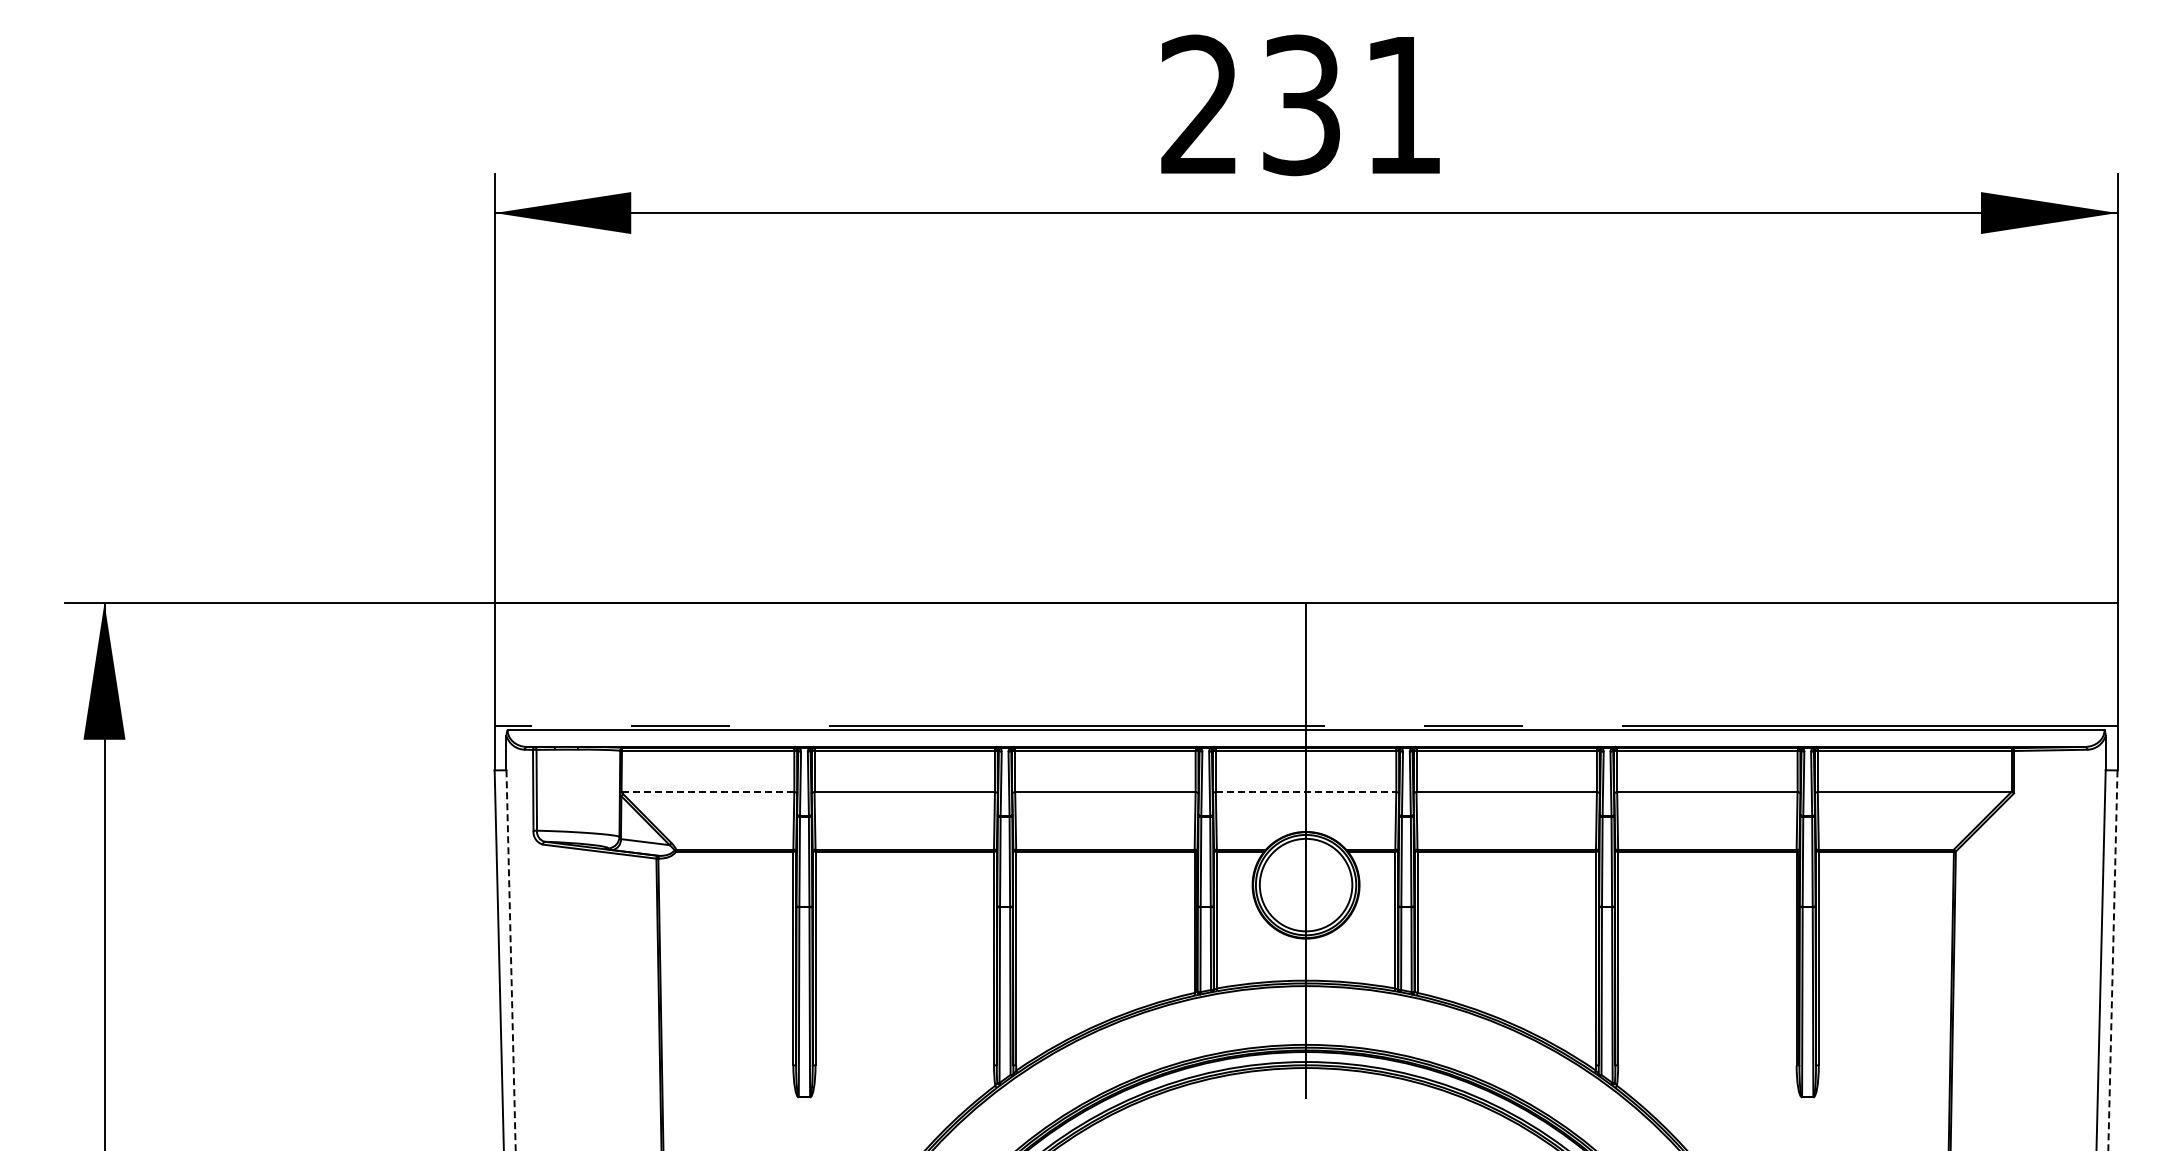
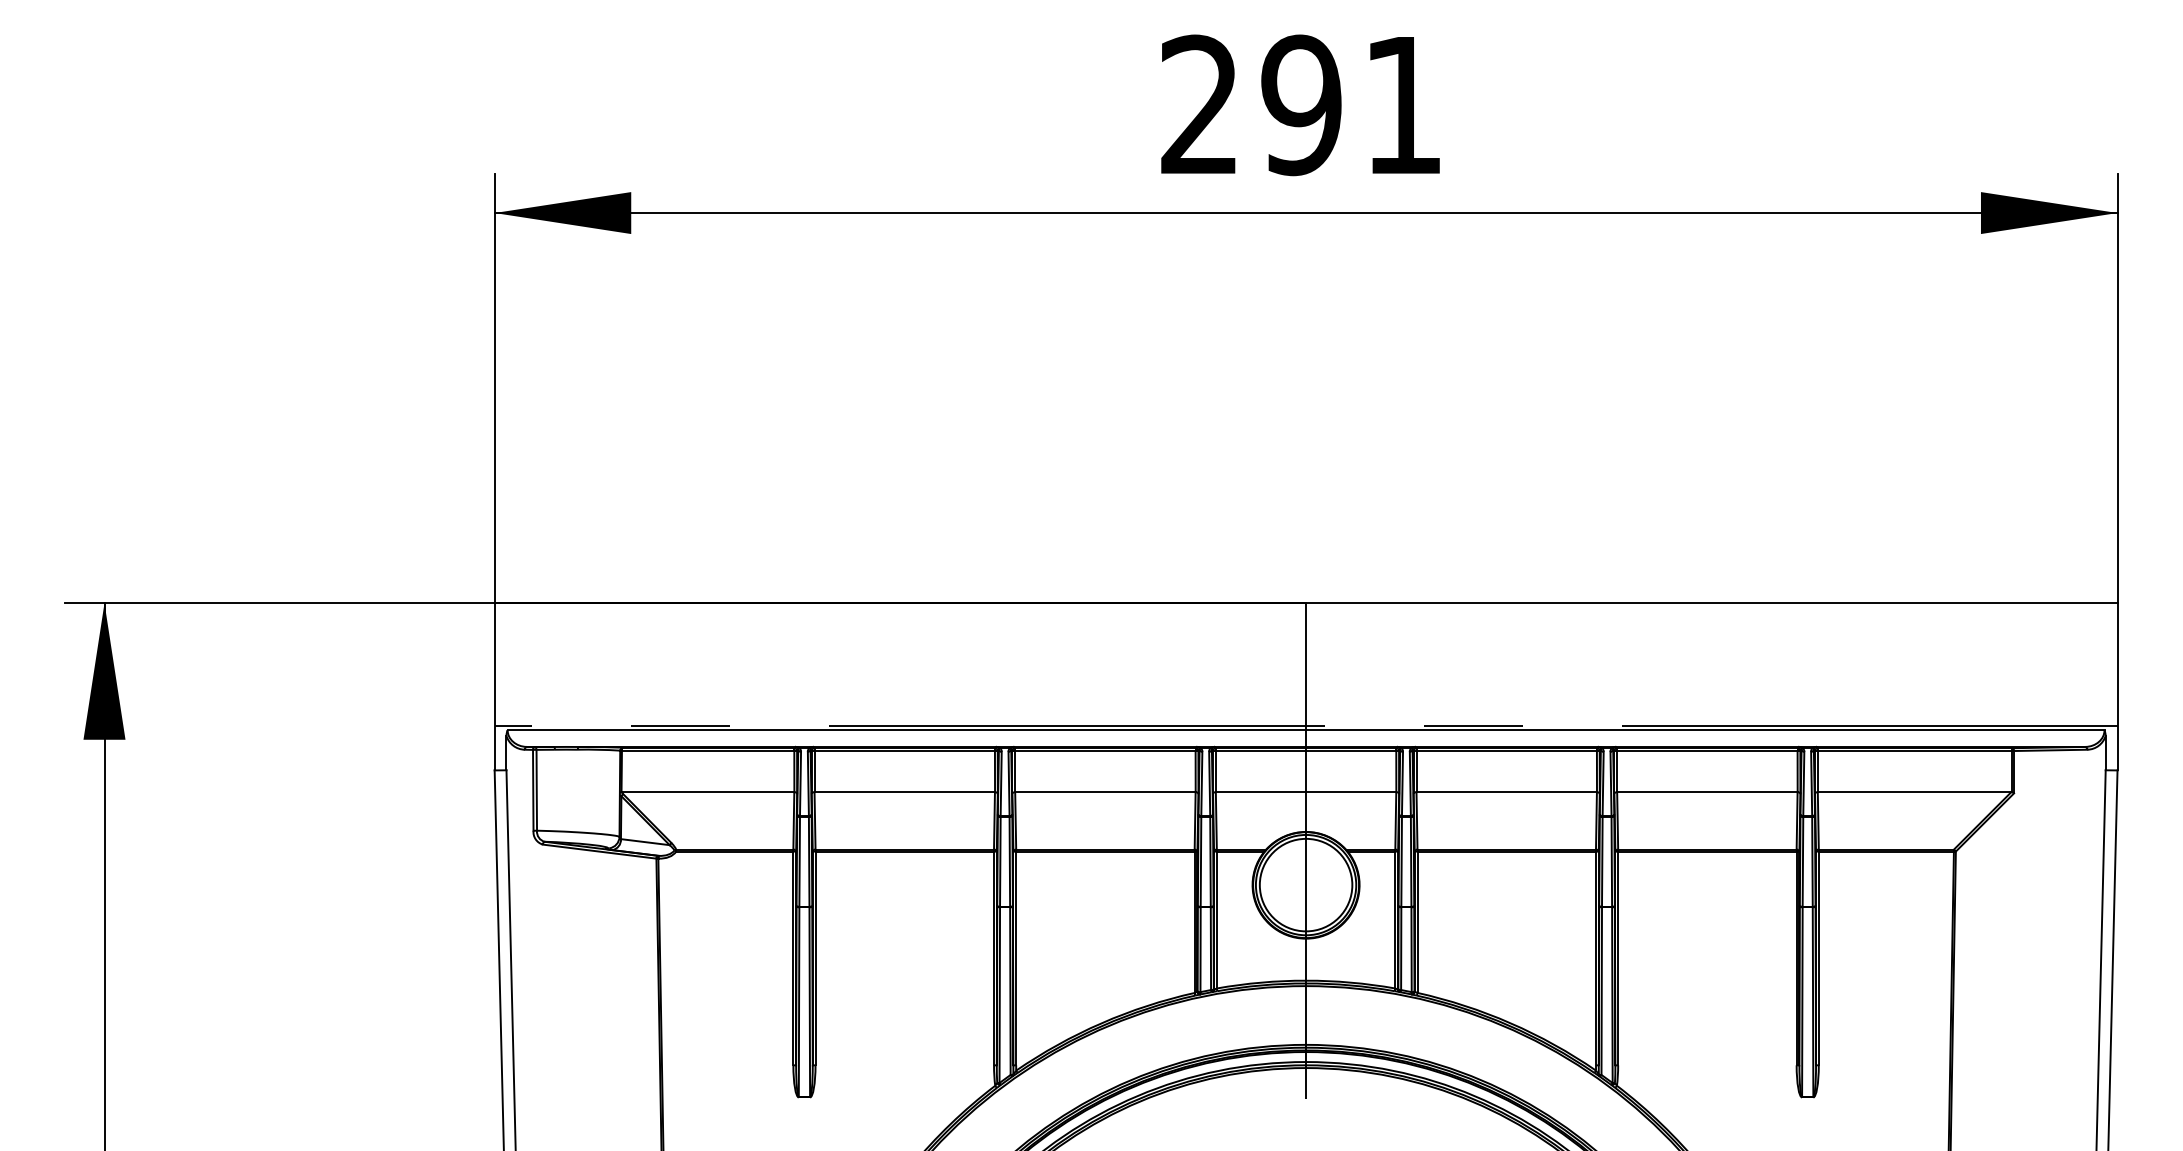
text at (1301, 105): 231 -> 291
line at (708, 792): dashed -> solid
line at (1306, 792): dashed -> solid
line at (511, 960): dashed -> solid
line at (2112, 960): dashed -> solid
